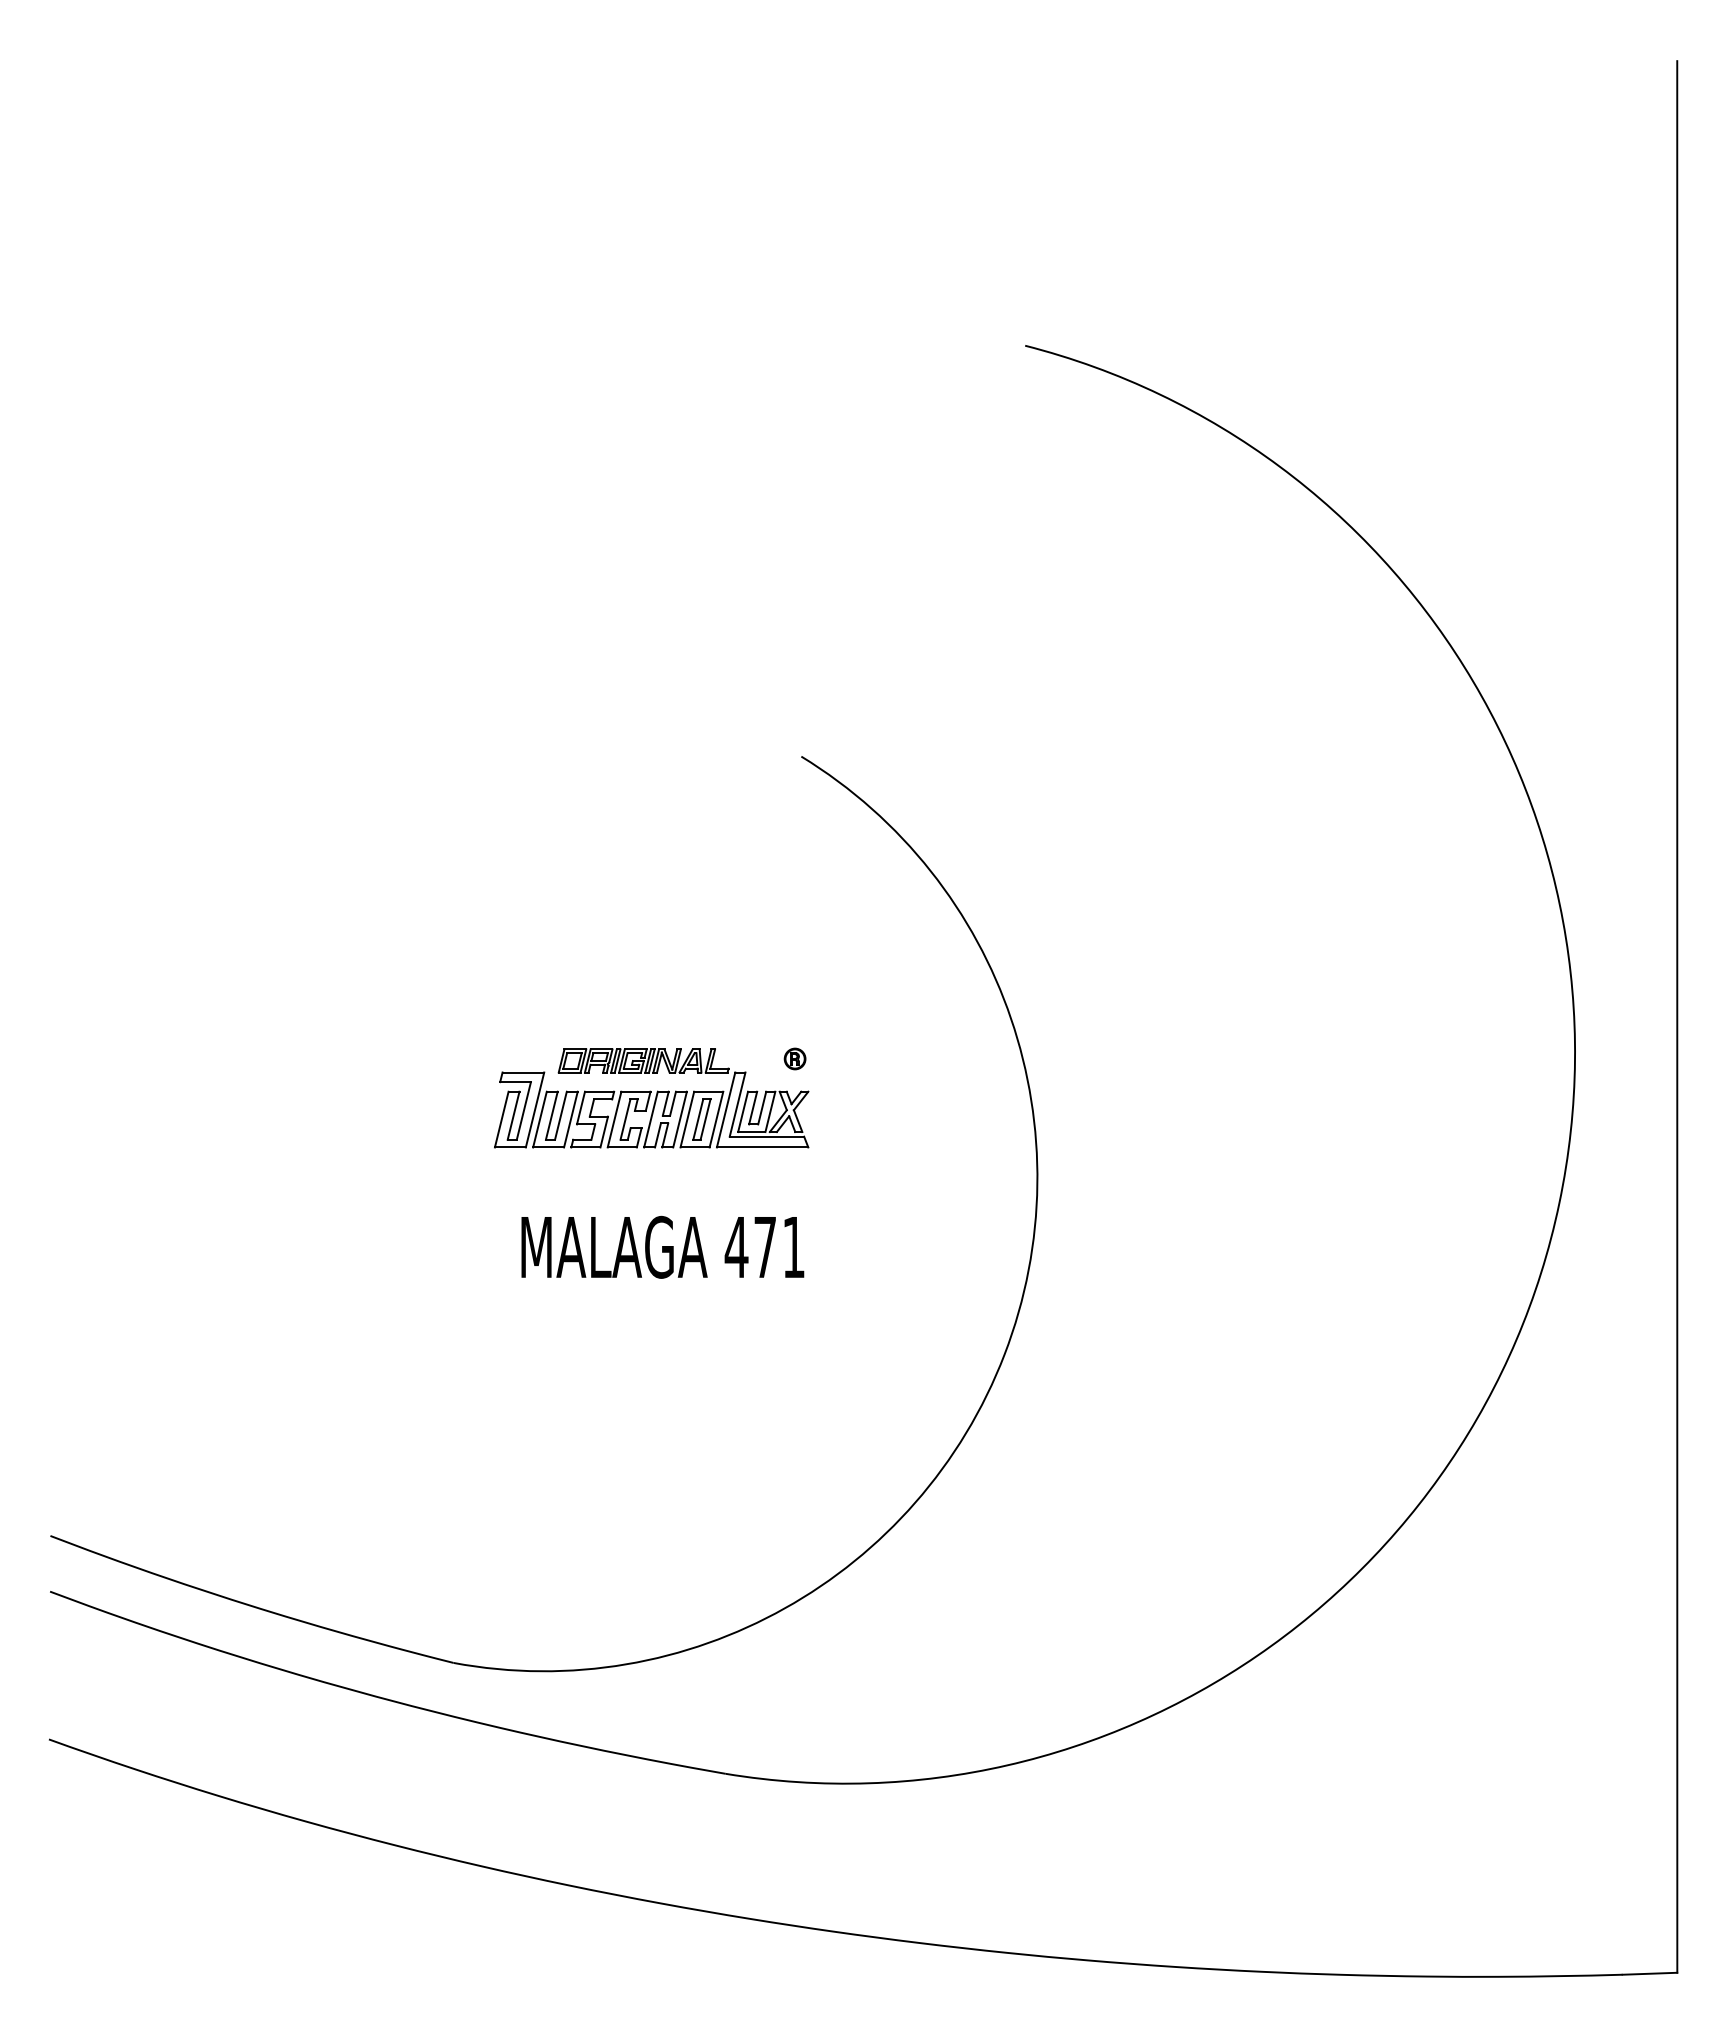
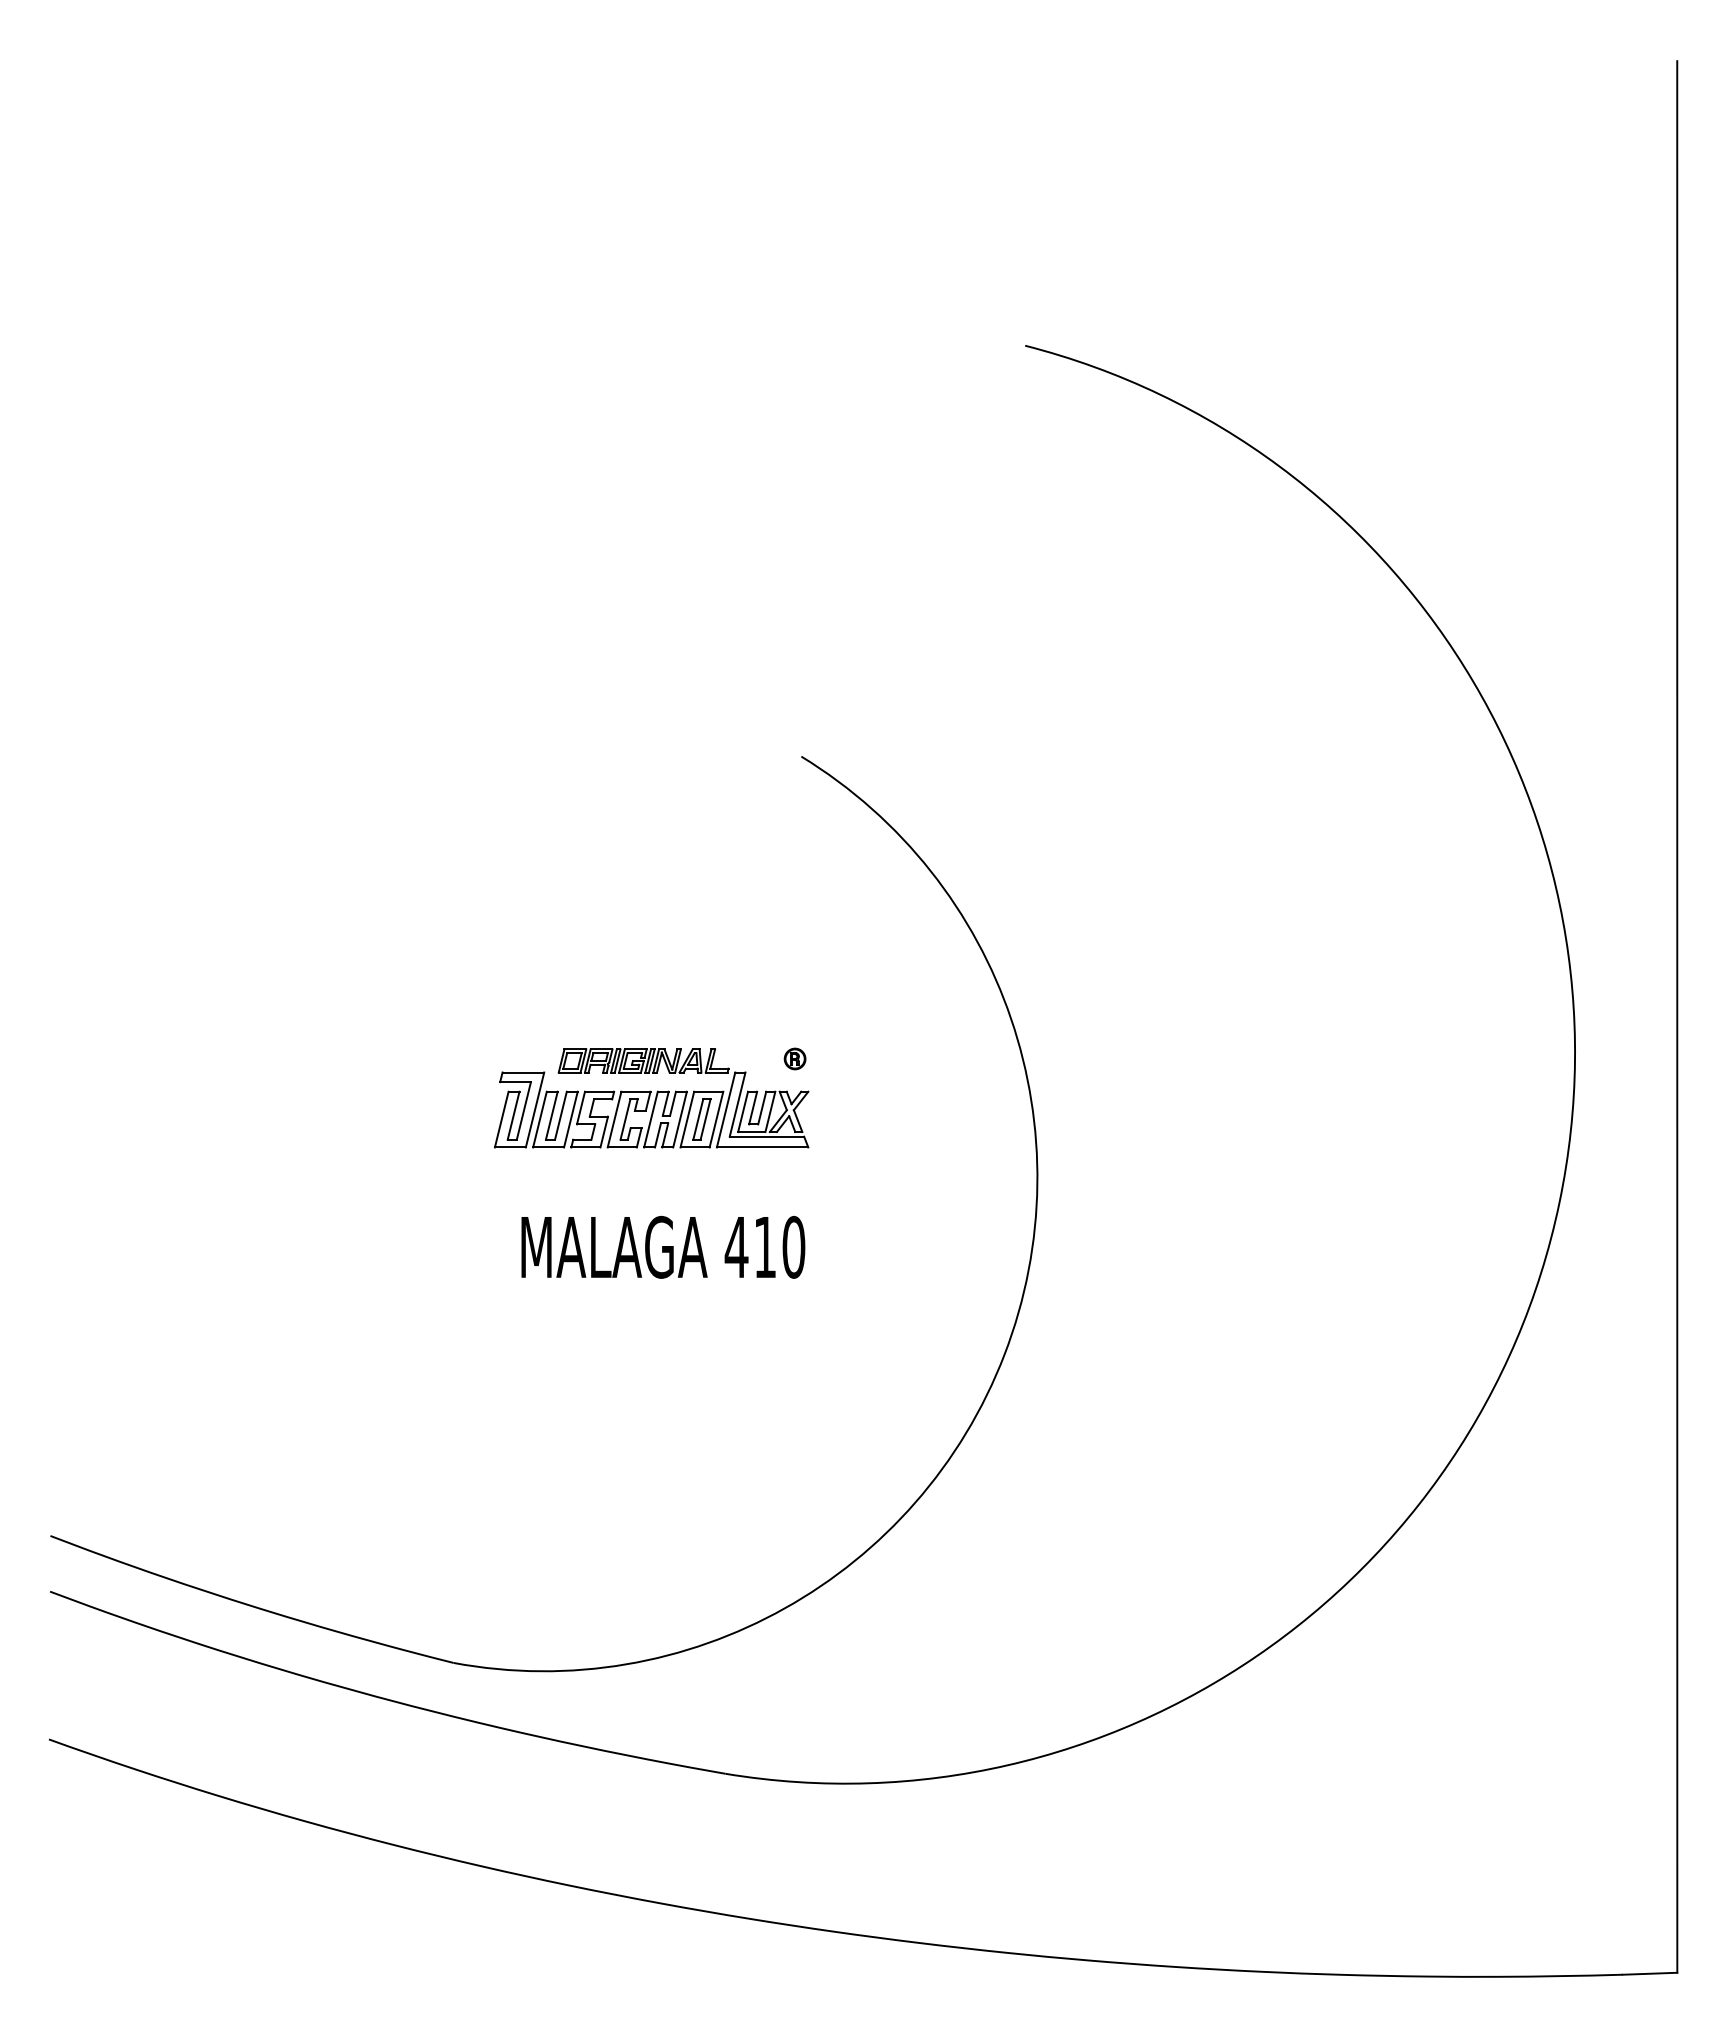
text at (779, 1246): 471 -> 410
